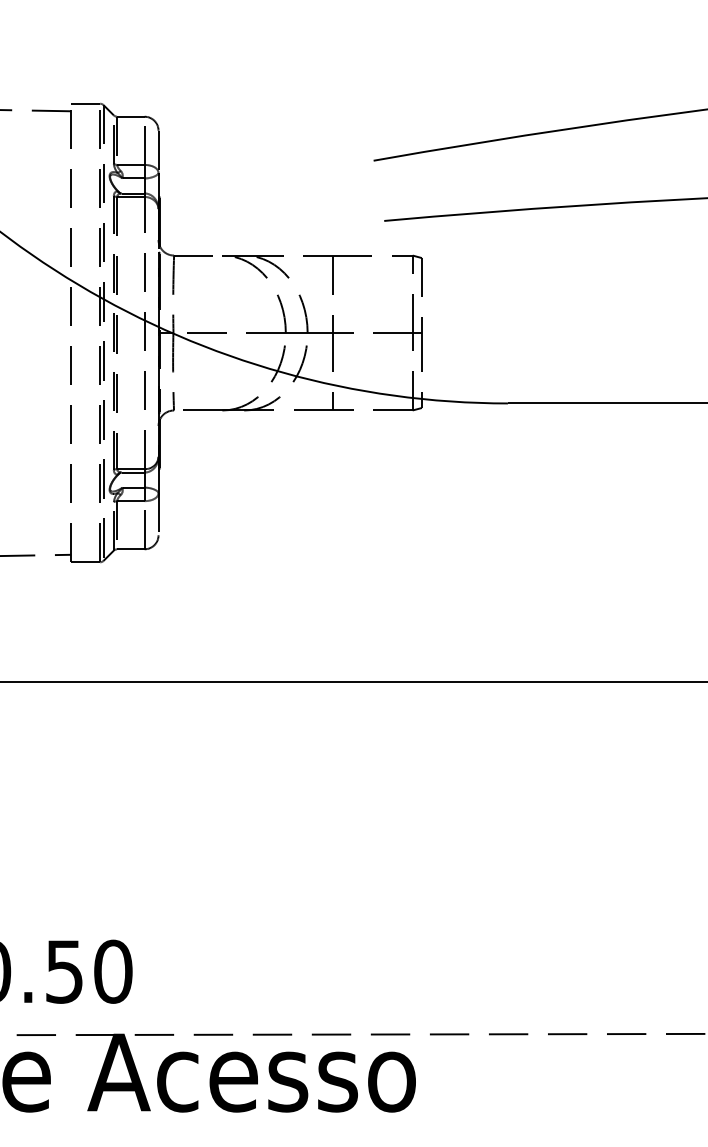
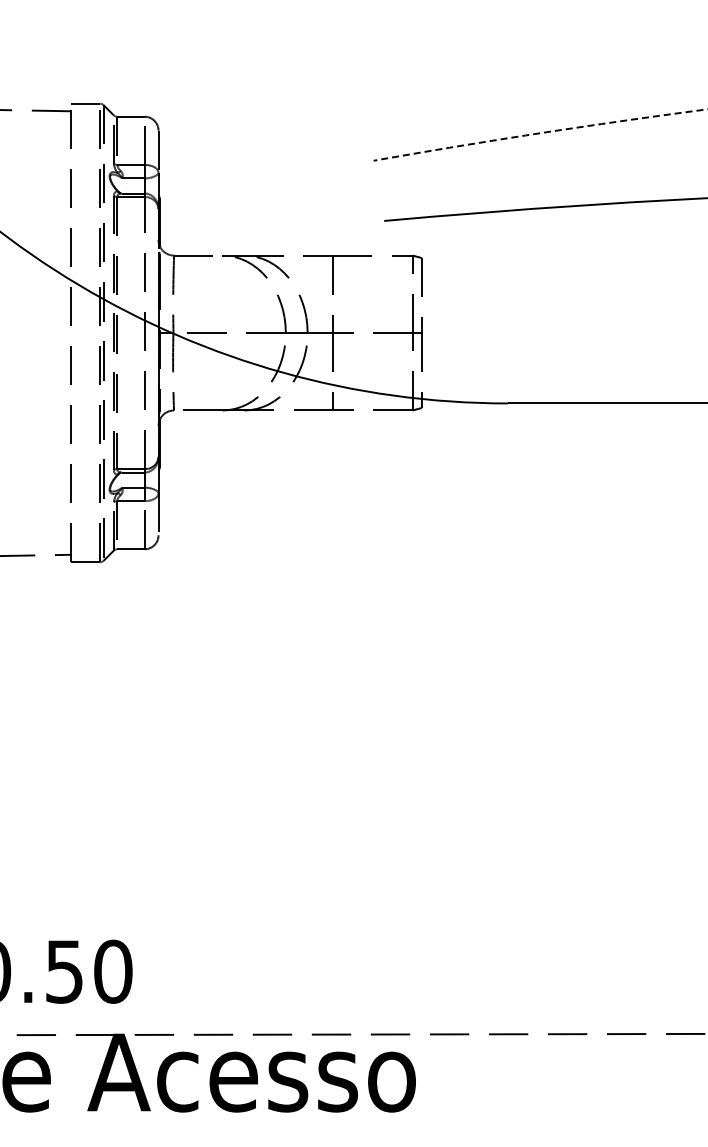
arc at (540, 133): solid -> dashed
line at (353, 682): present -> none
